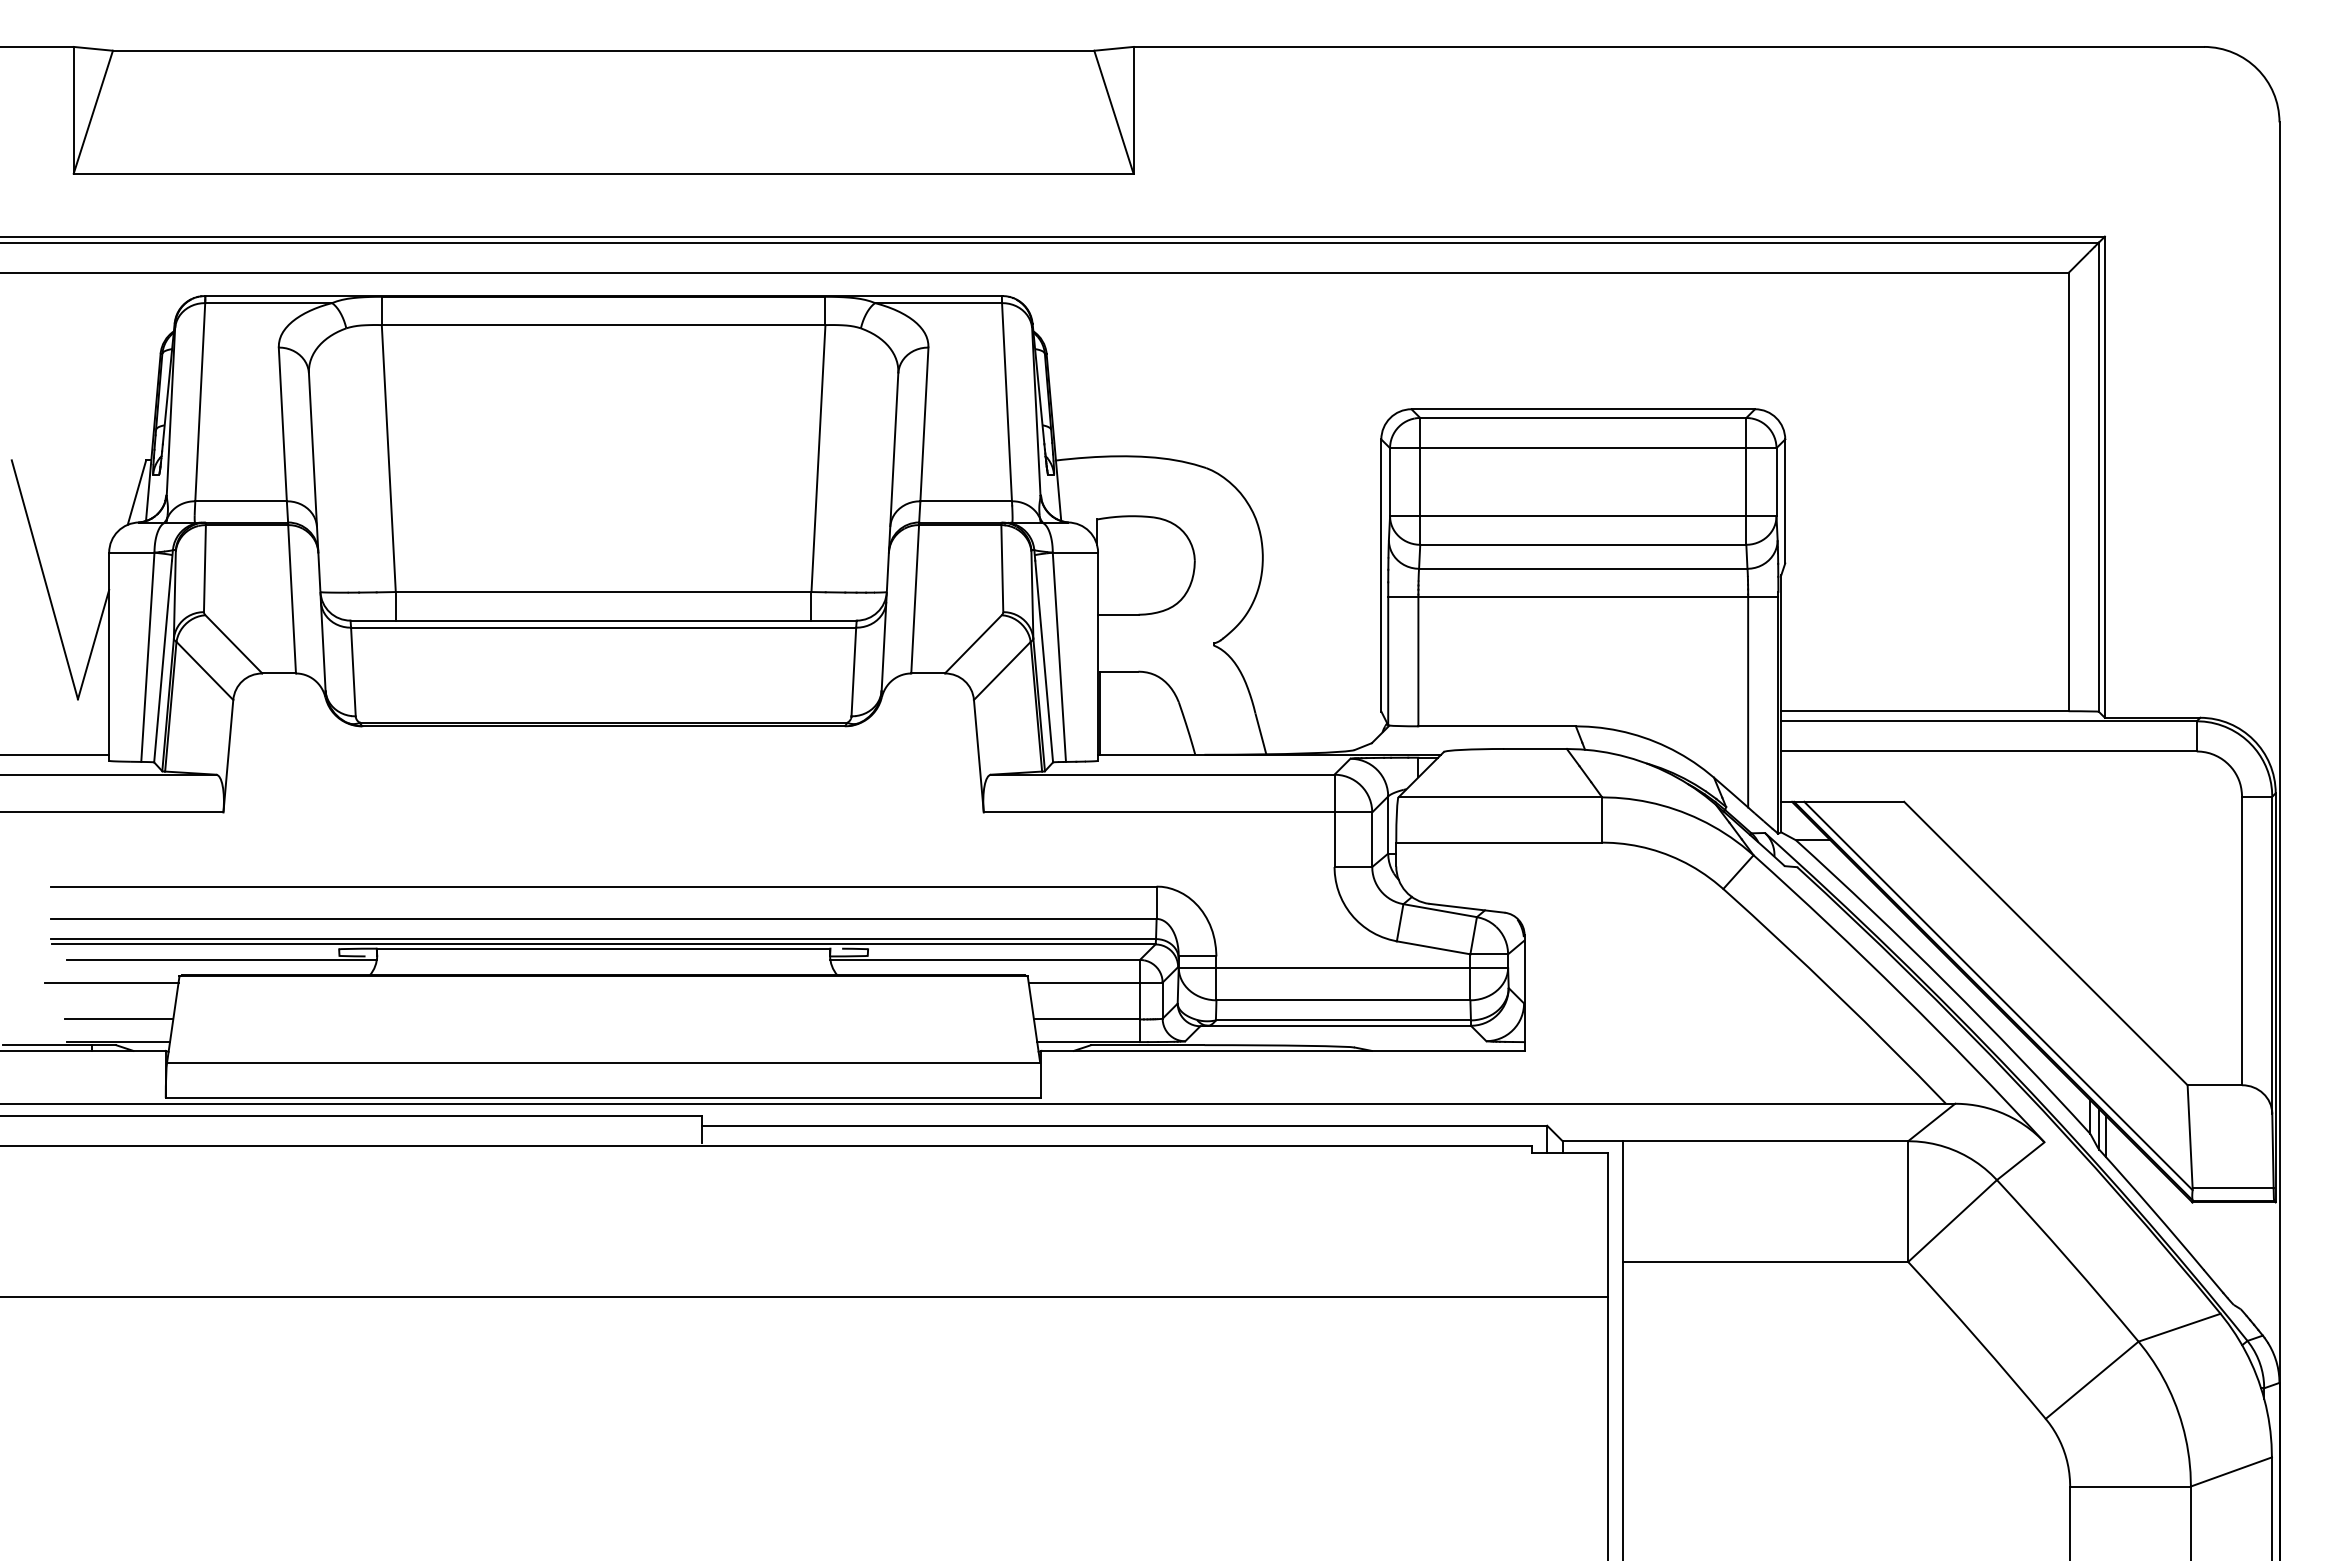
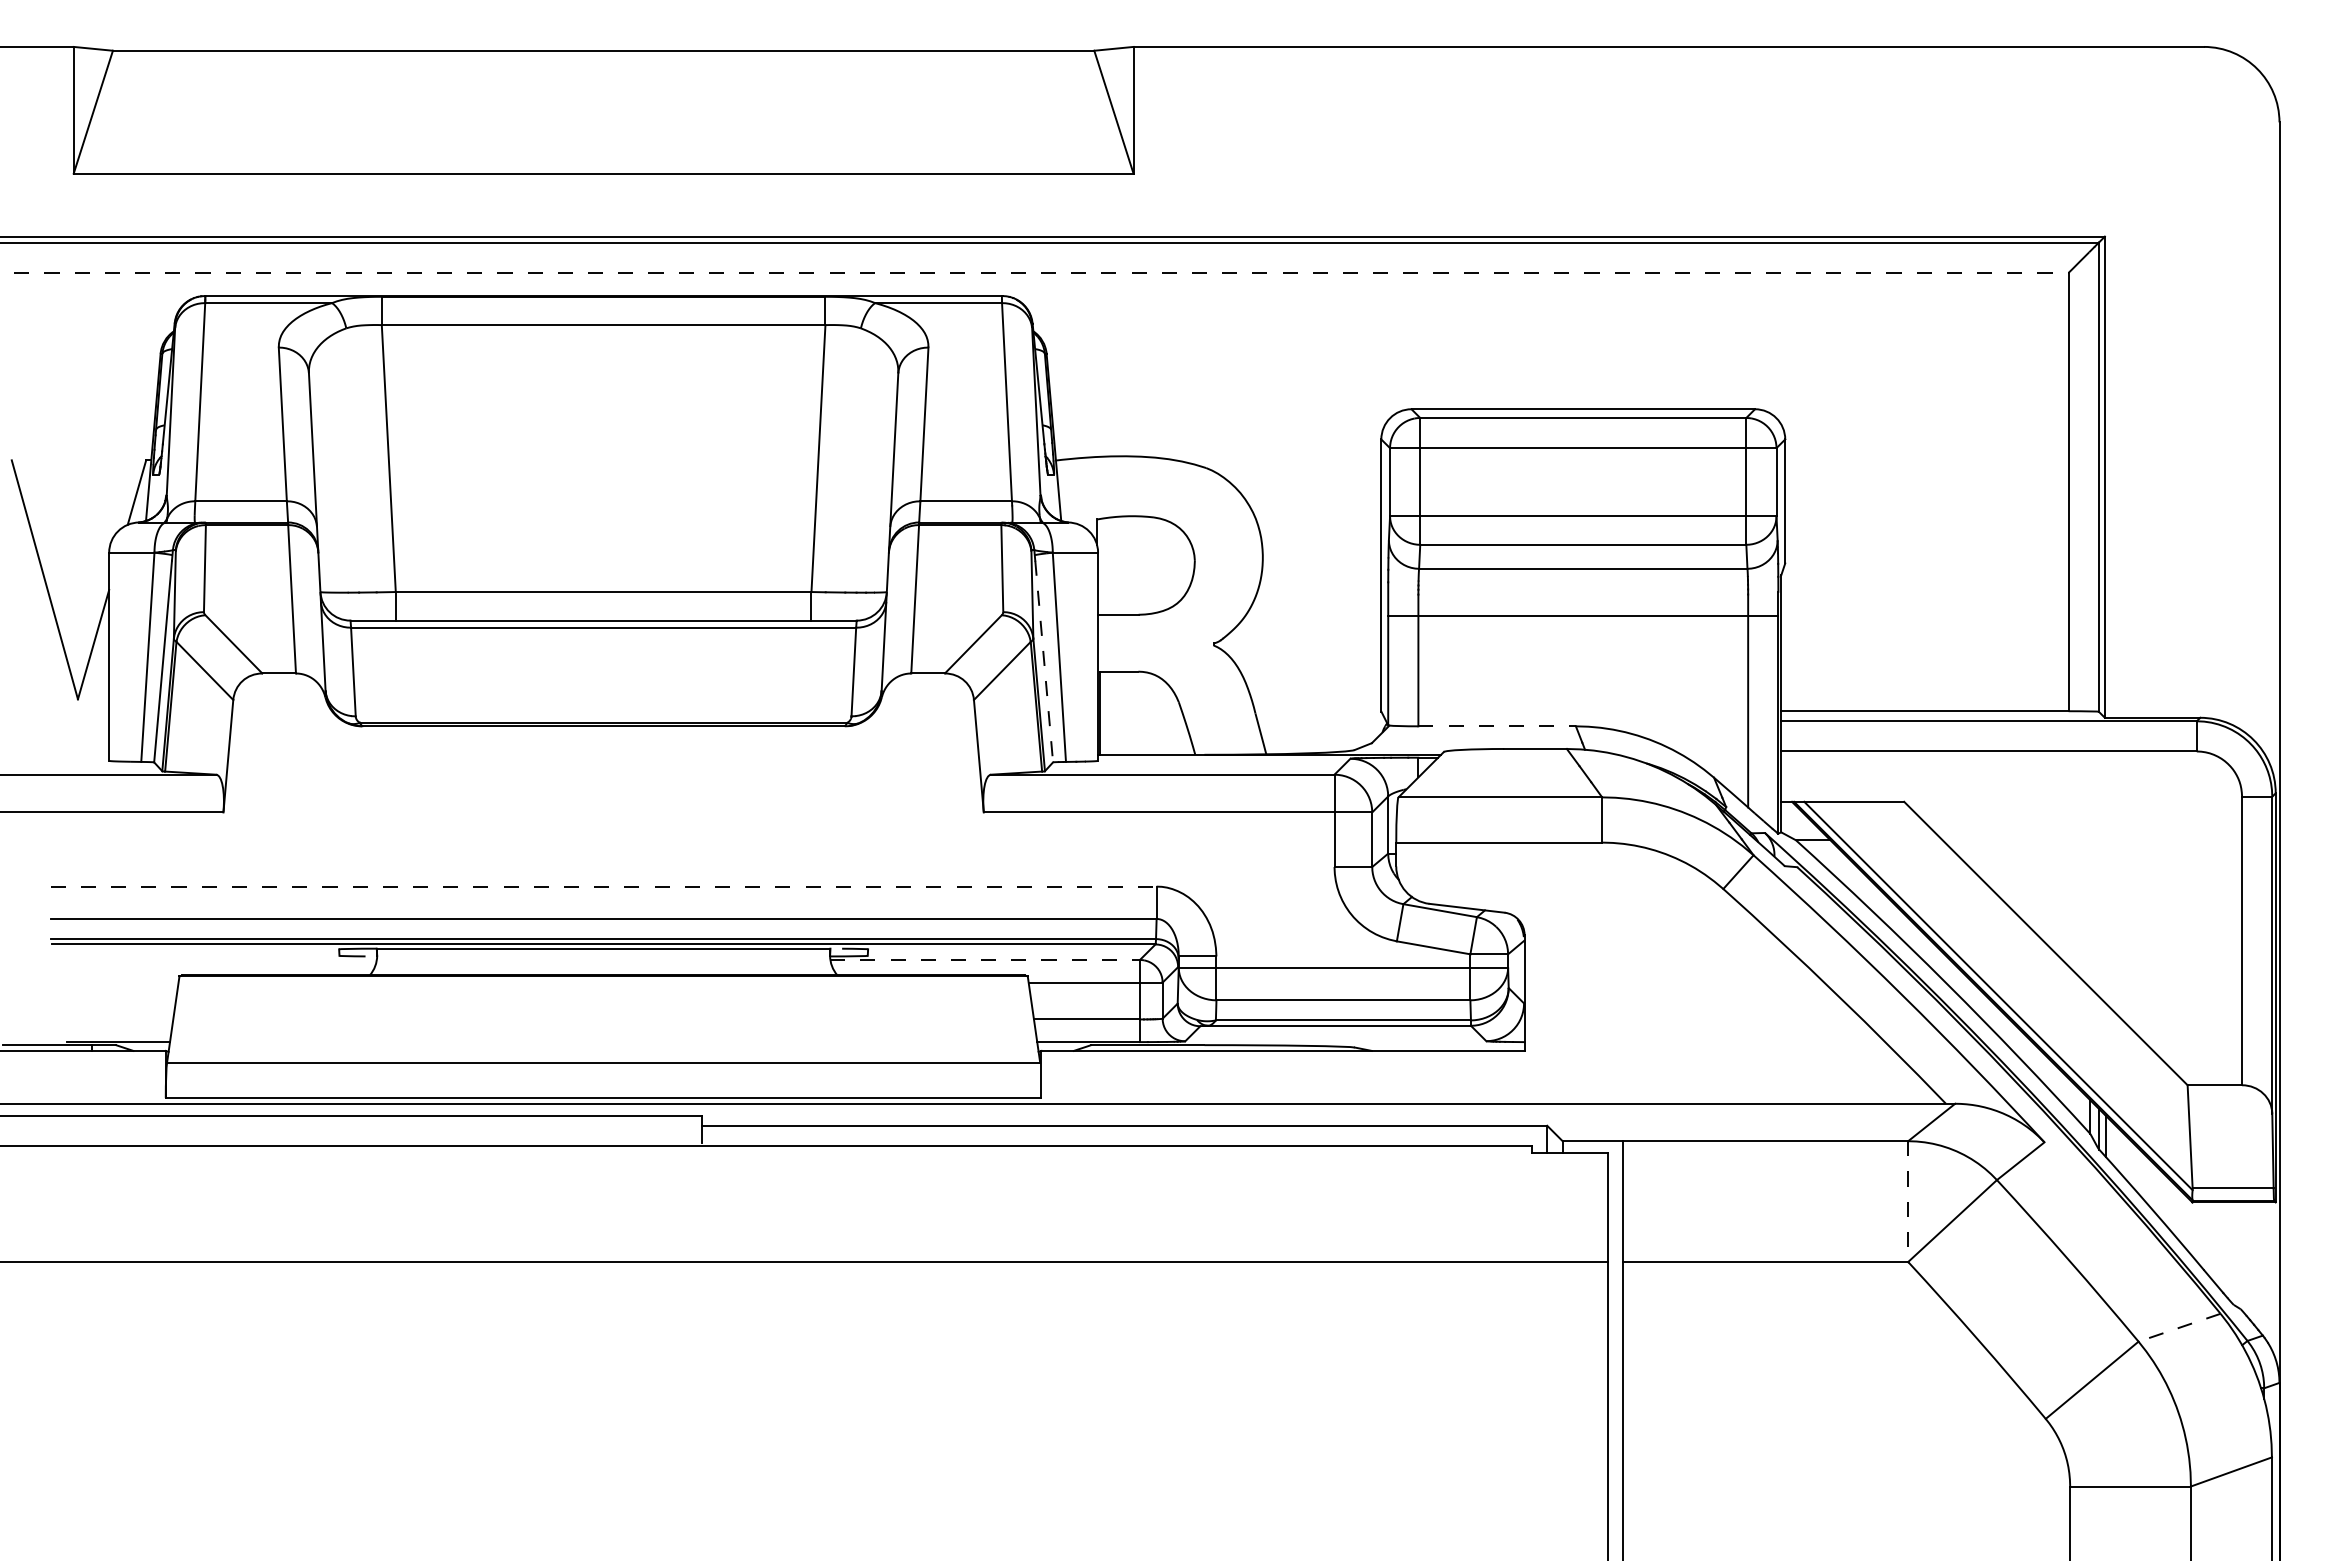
line at (1034, 272): solid -> dashed
line at (1583, 597) position: (1583, 597) -> (1583, 616)
line at (1044, 662): solid -> dashed
line at (1497, 726): solid -> dashed
line at (55, 754): present -> none
line at (603, 886): solid -> dashed
line at (222, 959): present -> none
line at (985, 959): solid -> dashed
line at (111, 982): present -> none
line at (118, 1019): present -> none
line at (1908, 1202): solid -> dashed
line at (804, 1296) position: (804, 1296) -> (804, 1261)
line at (2179, 1327): solid -> dashed
